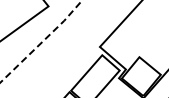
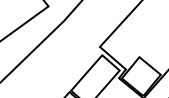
line at (42, 41): dashed -> solid
